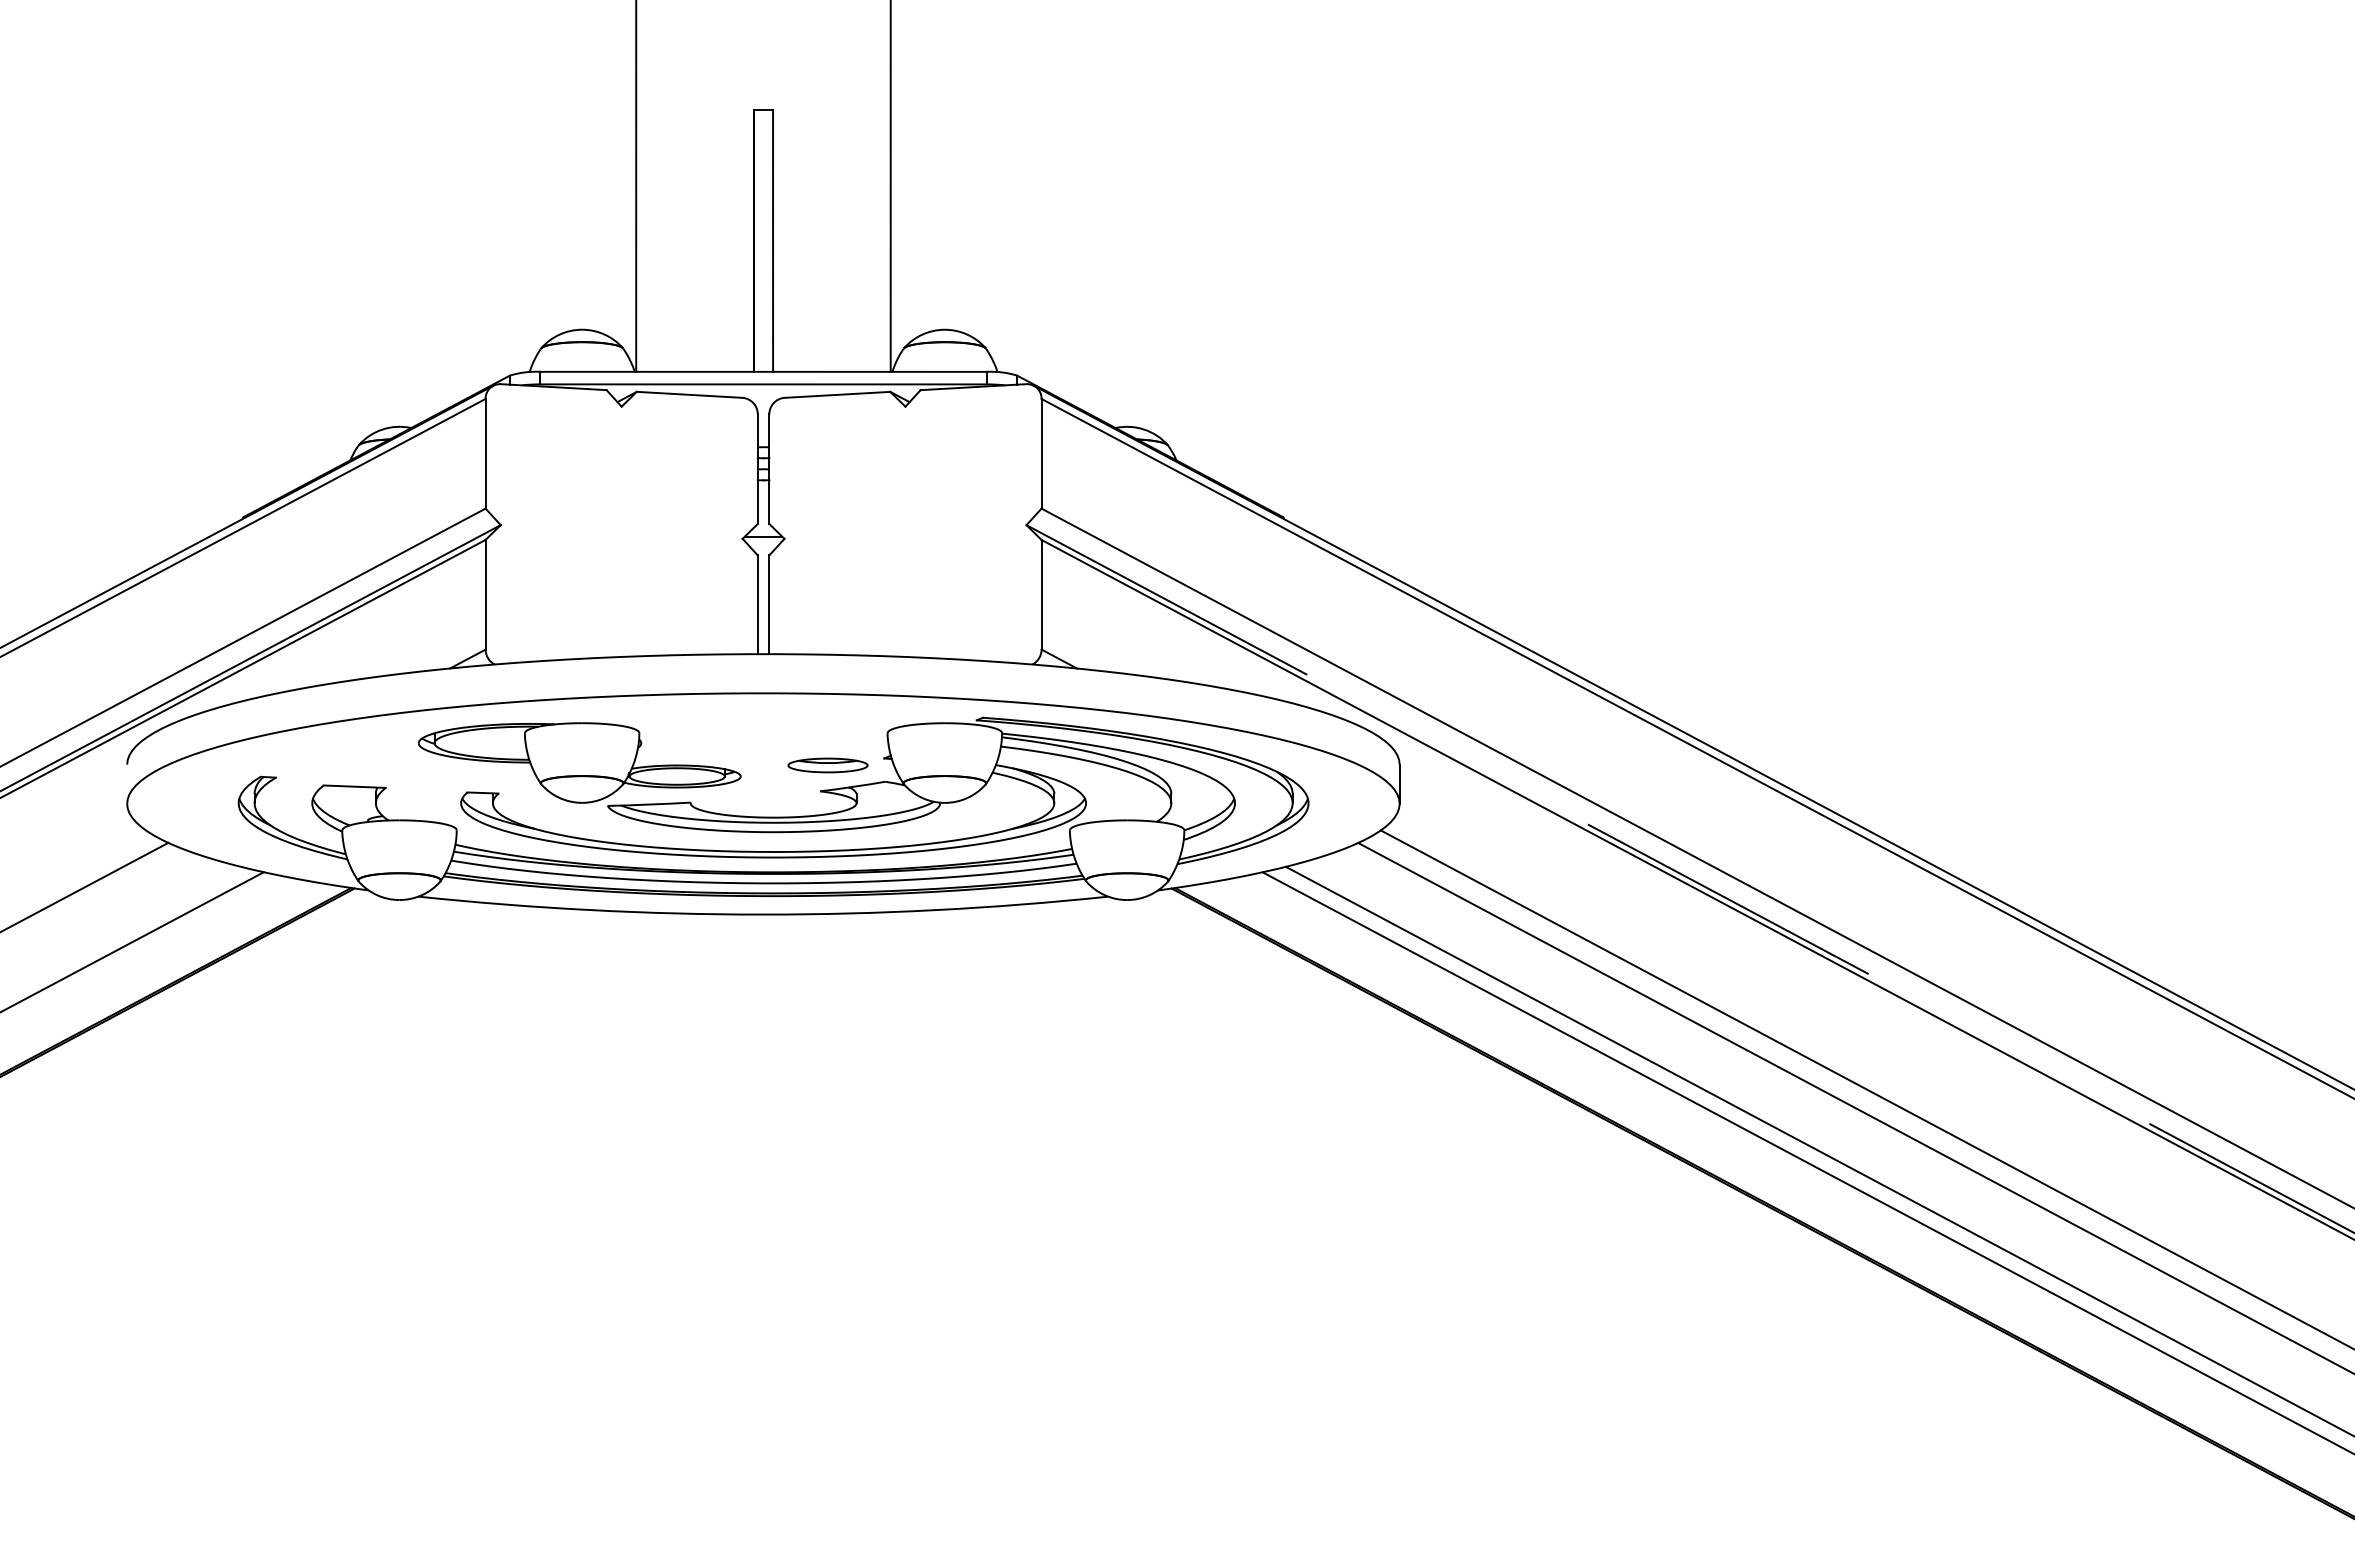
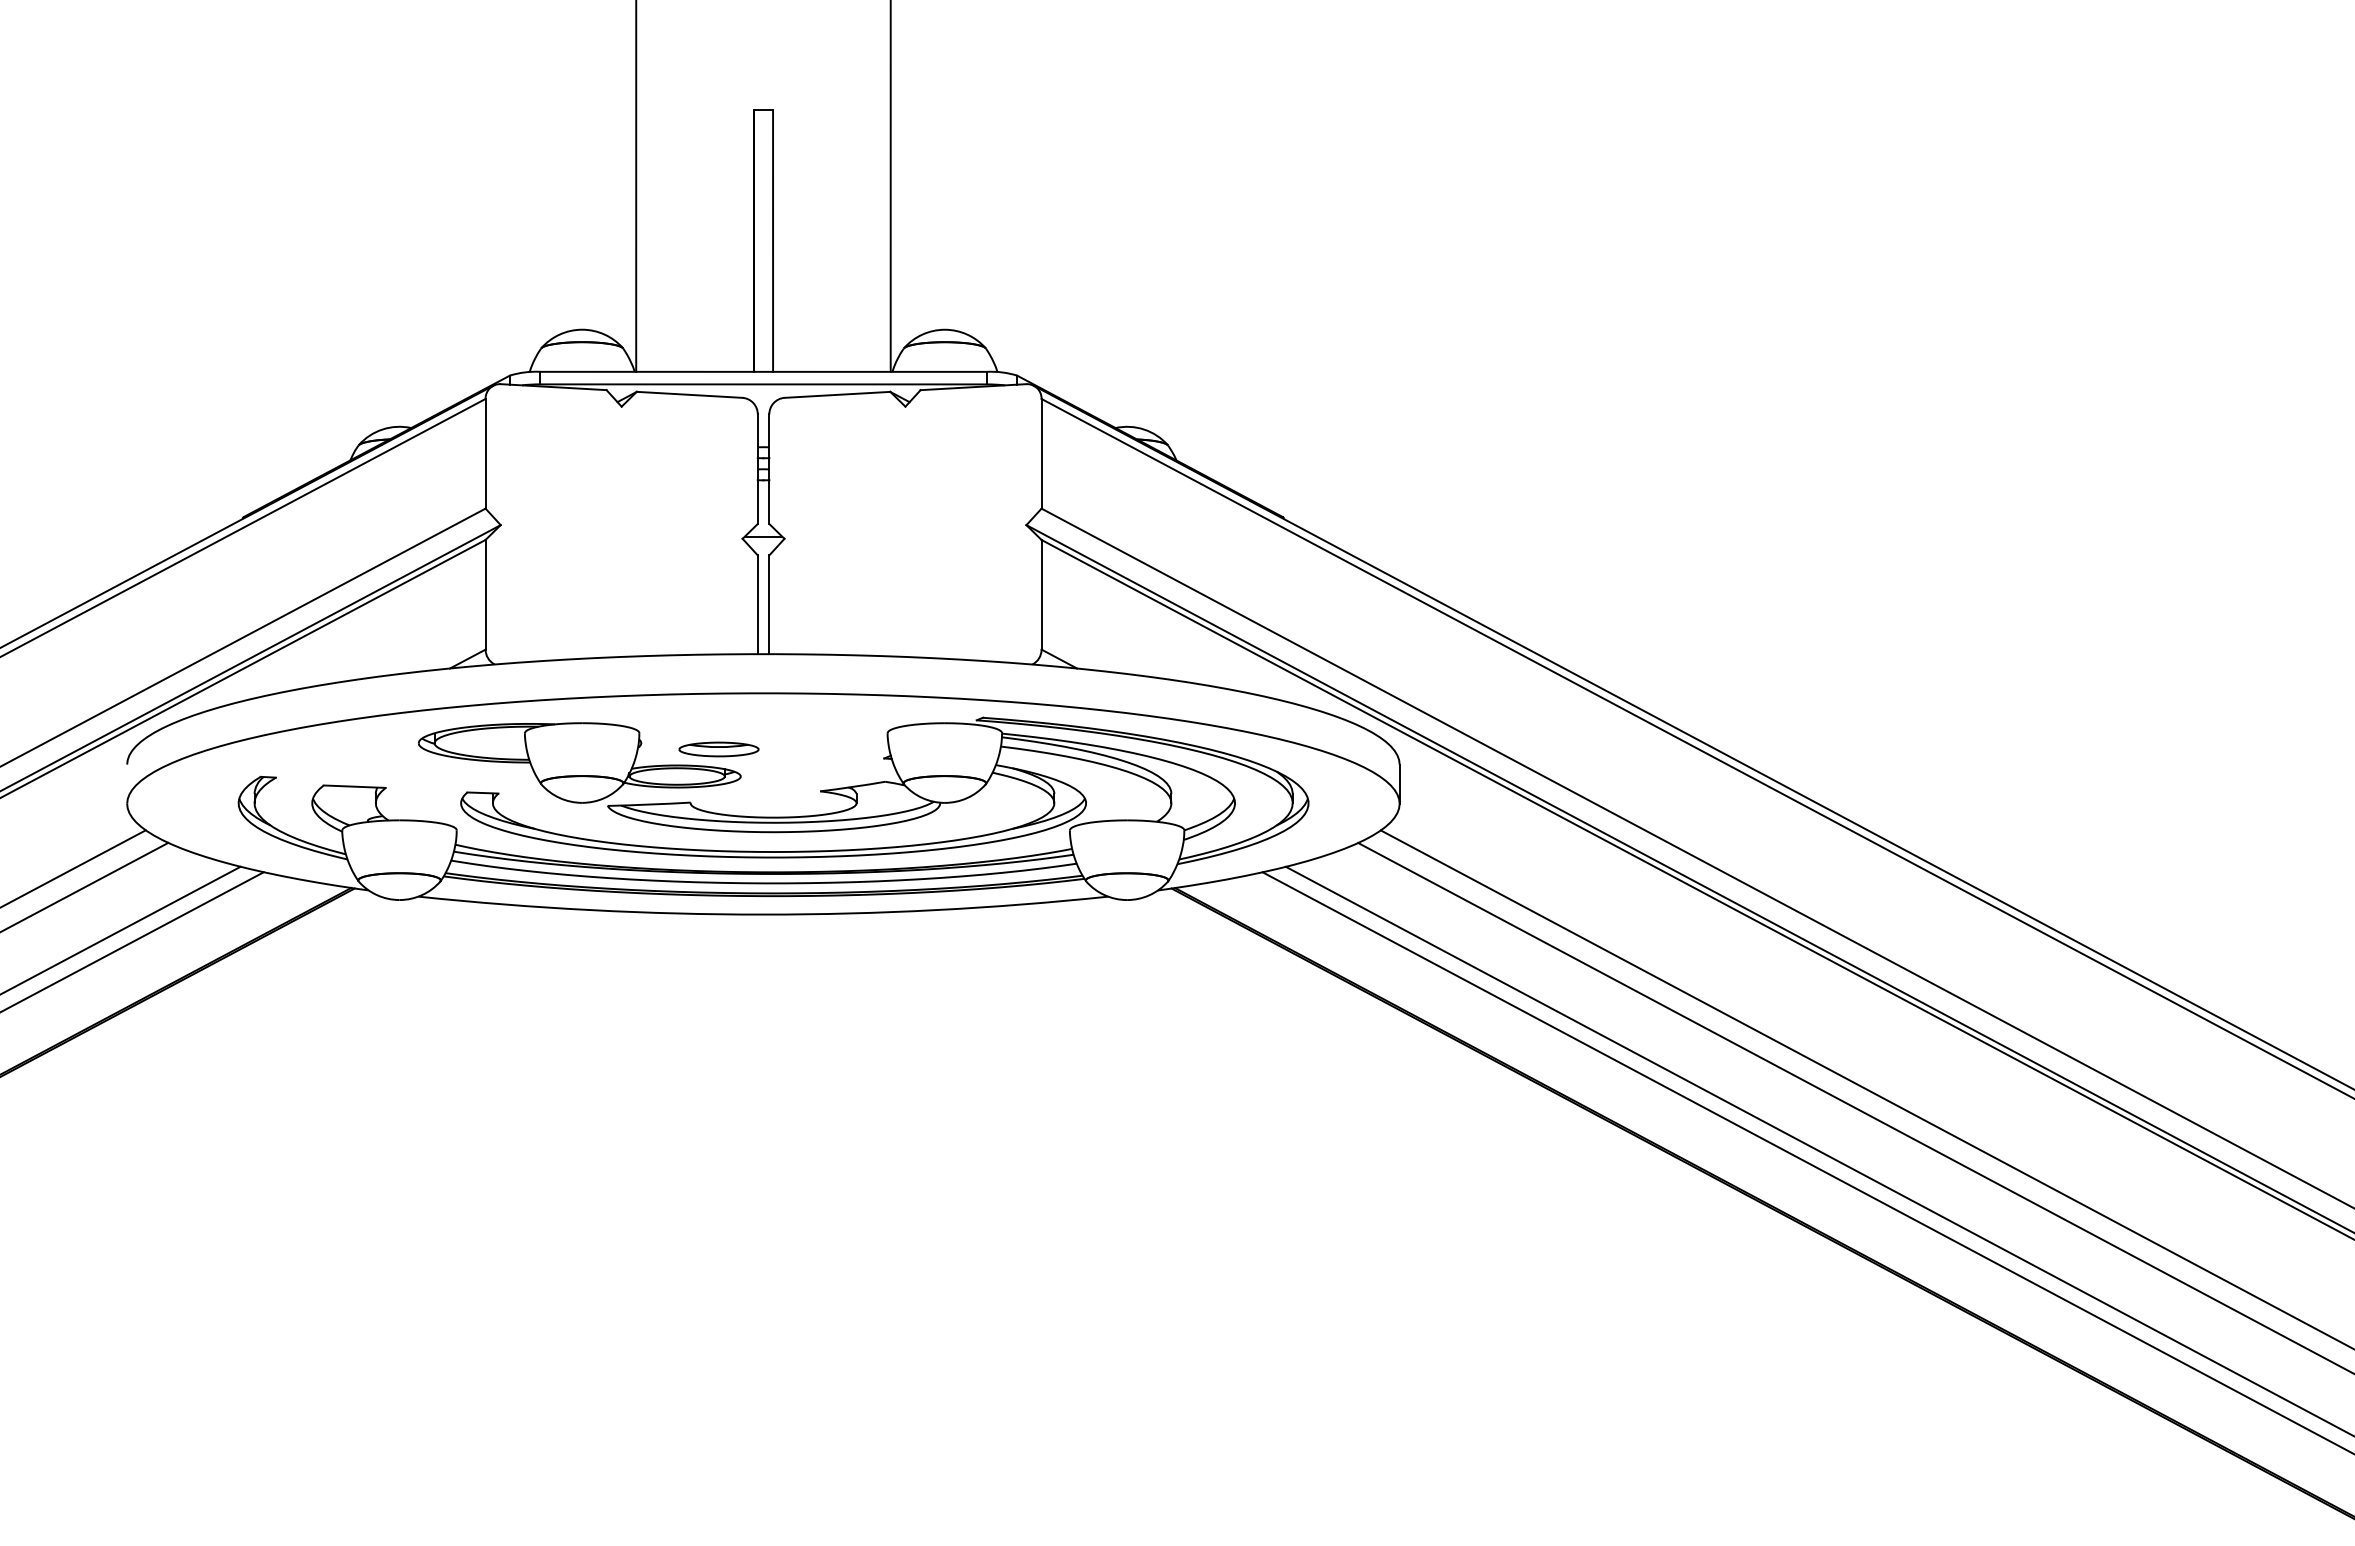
part at (827, 765) position: (827, 765) -> (718, 749)
line at (73, 868): none -> present
line at (1690, 879): dashed -> solid
line at (121, 929): none -> present
